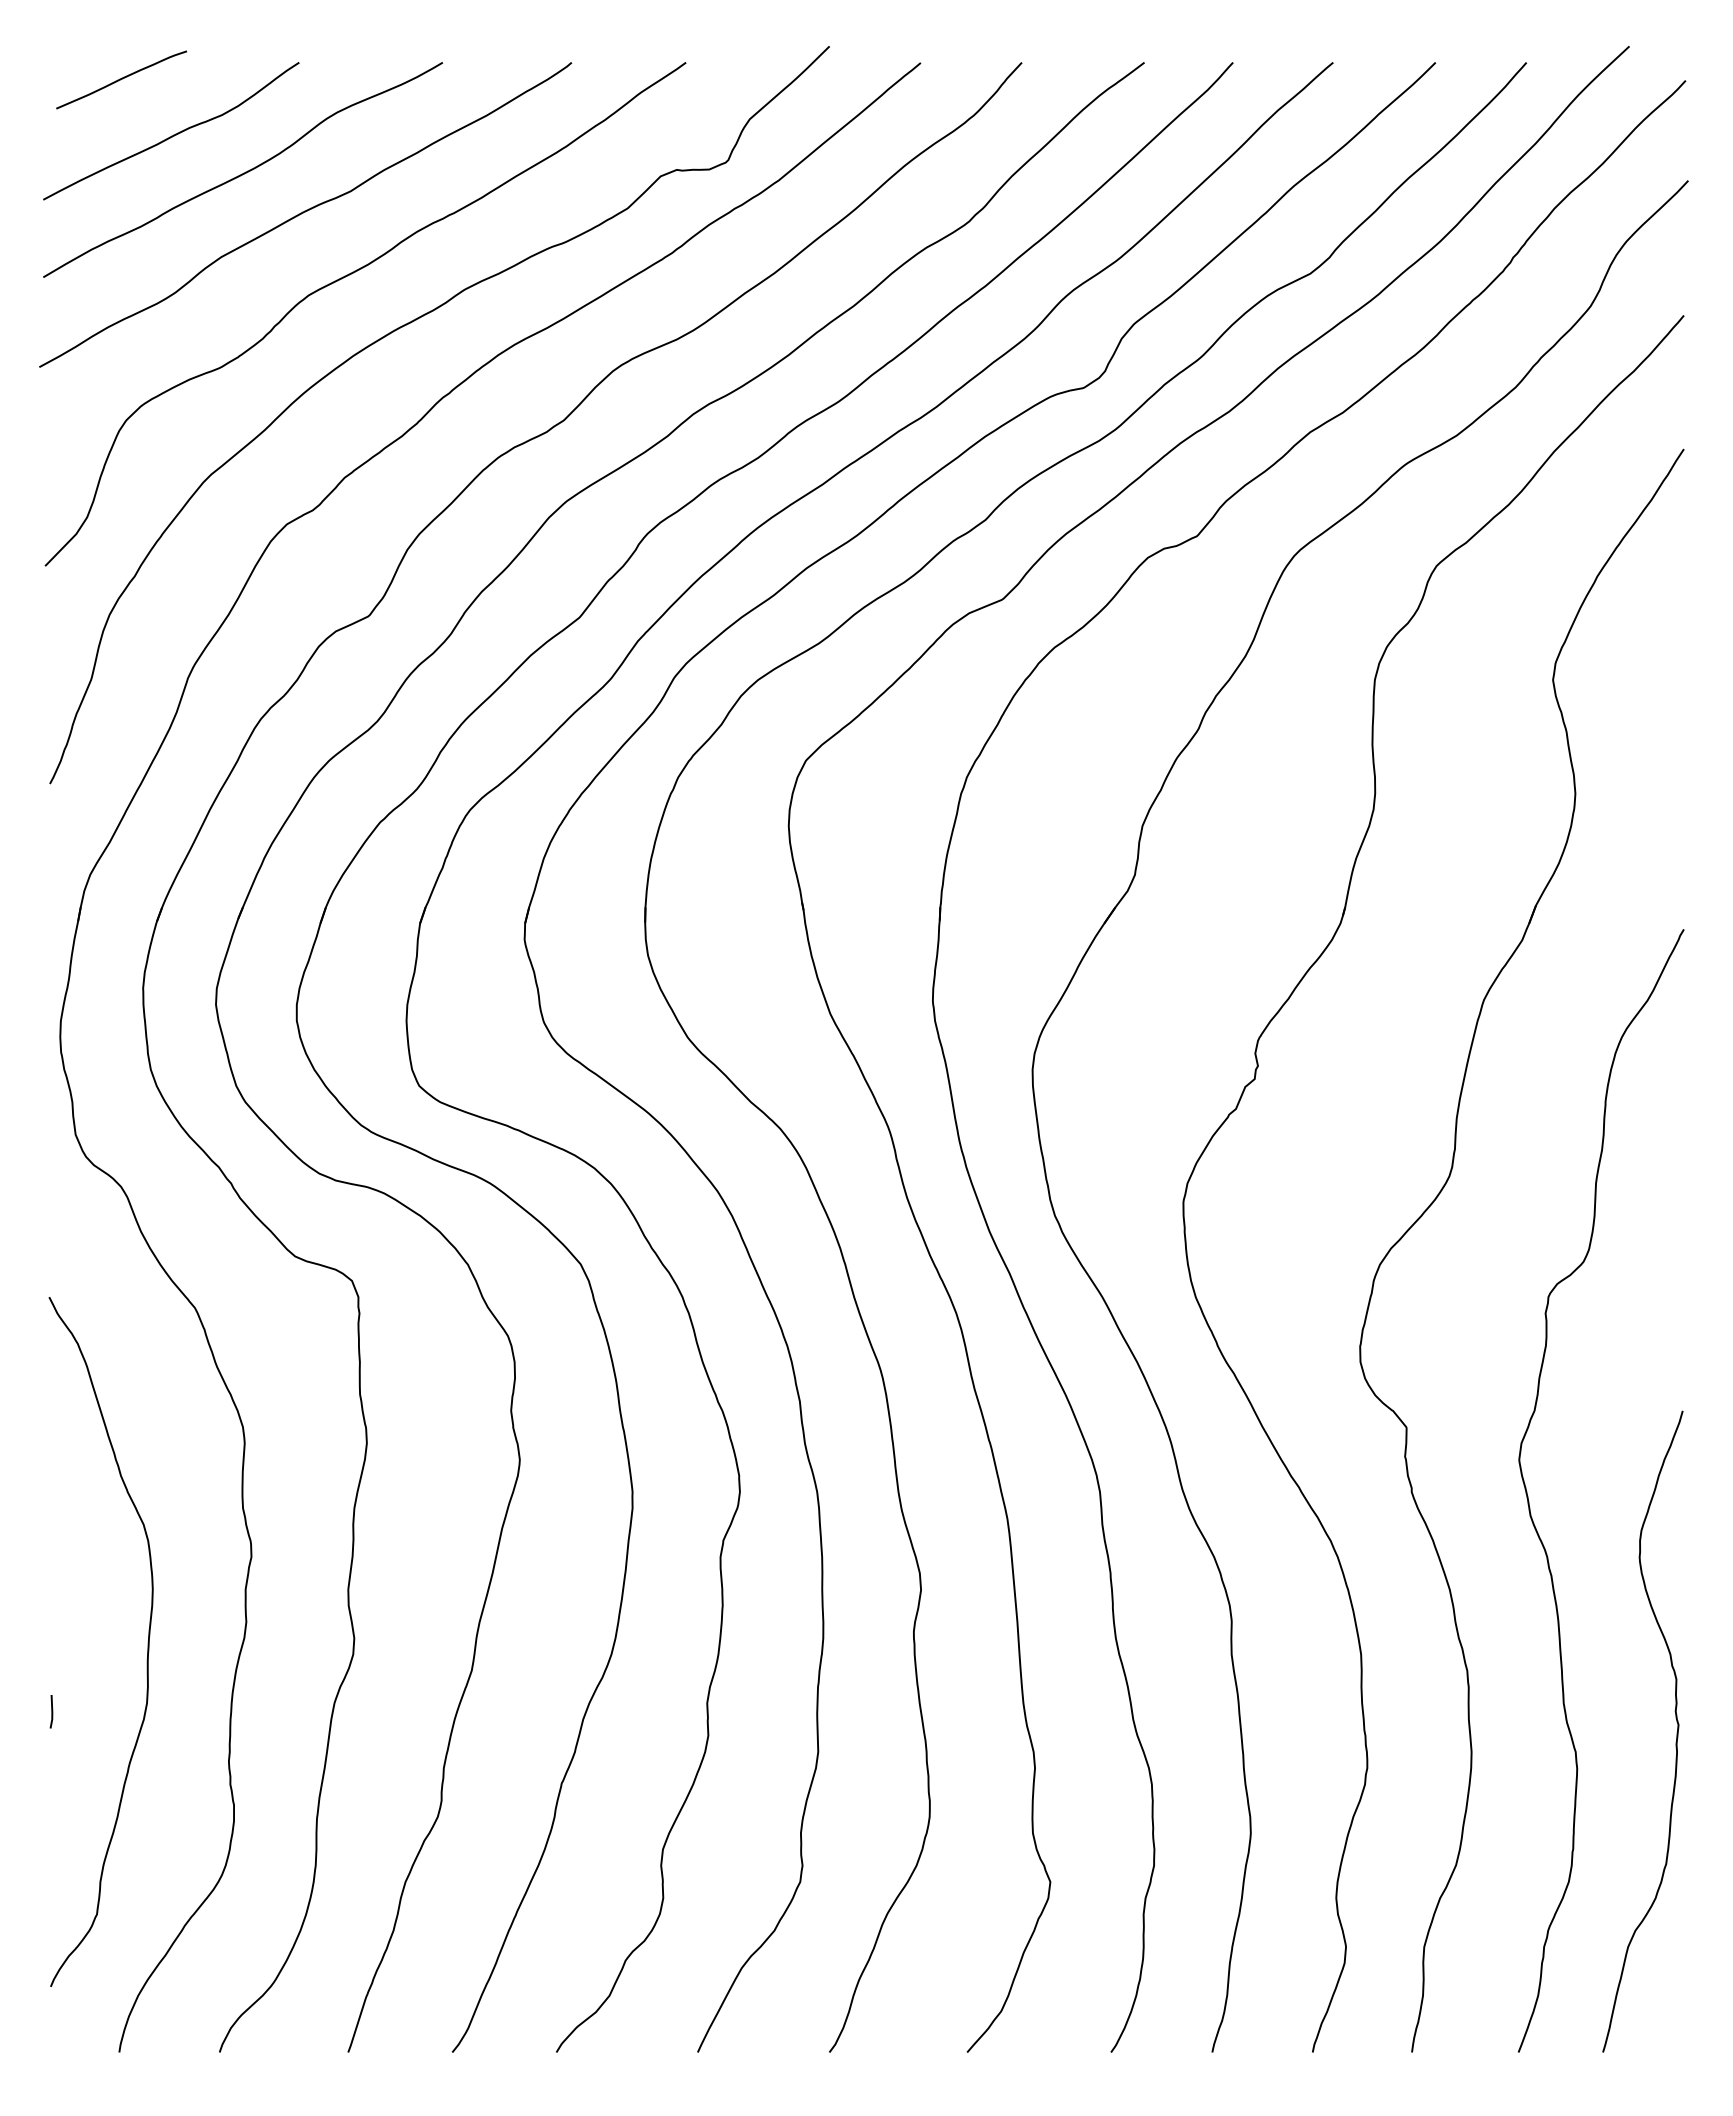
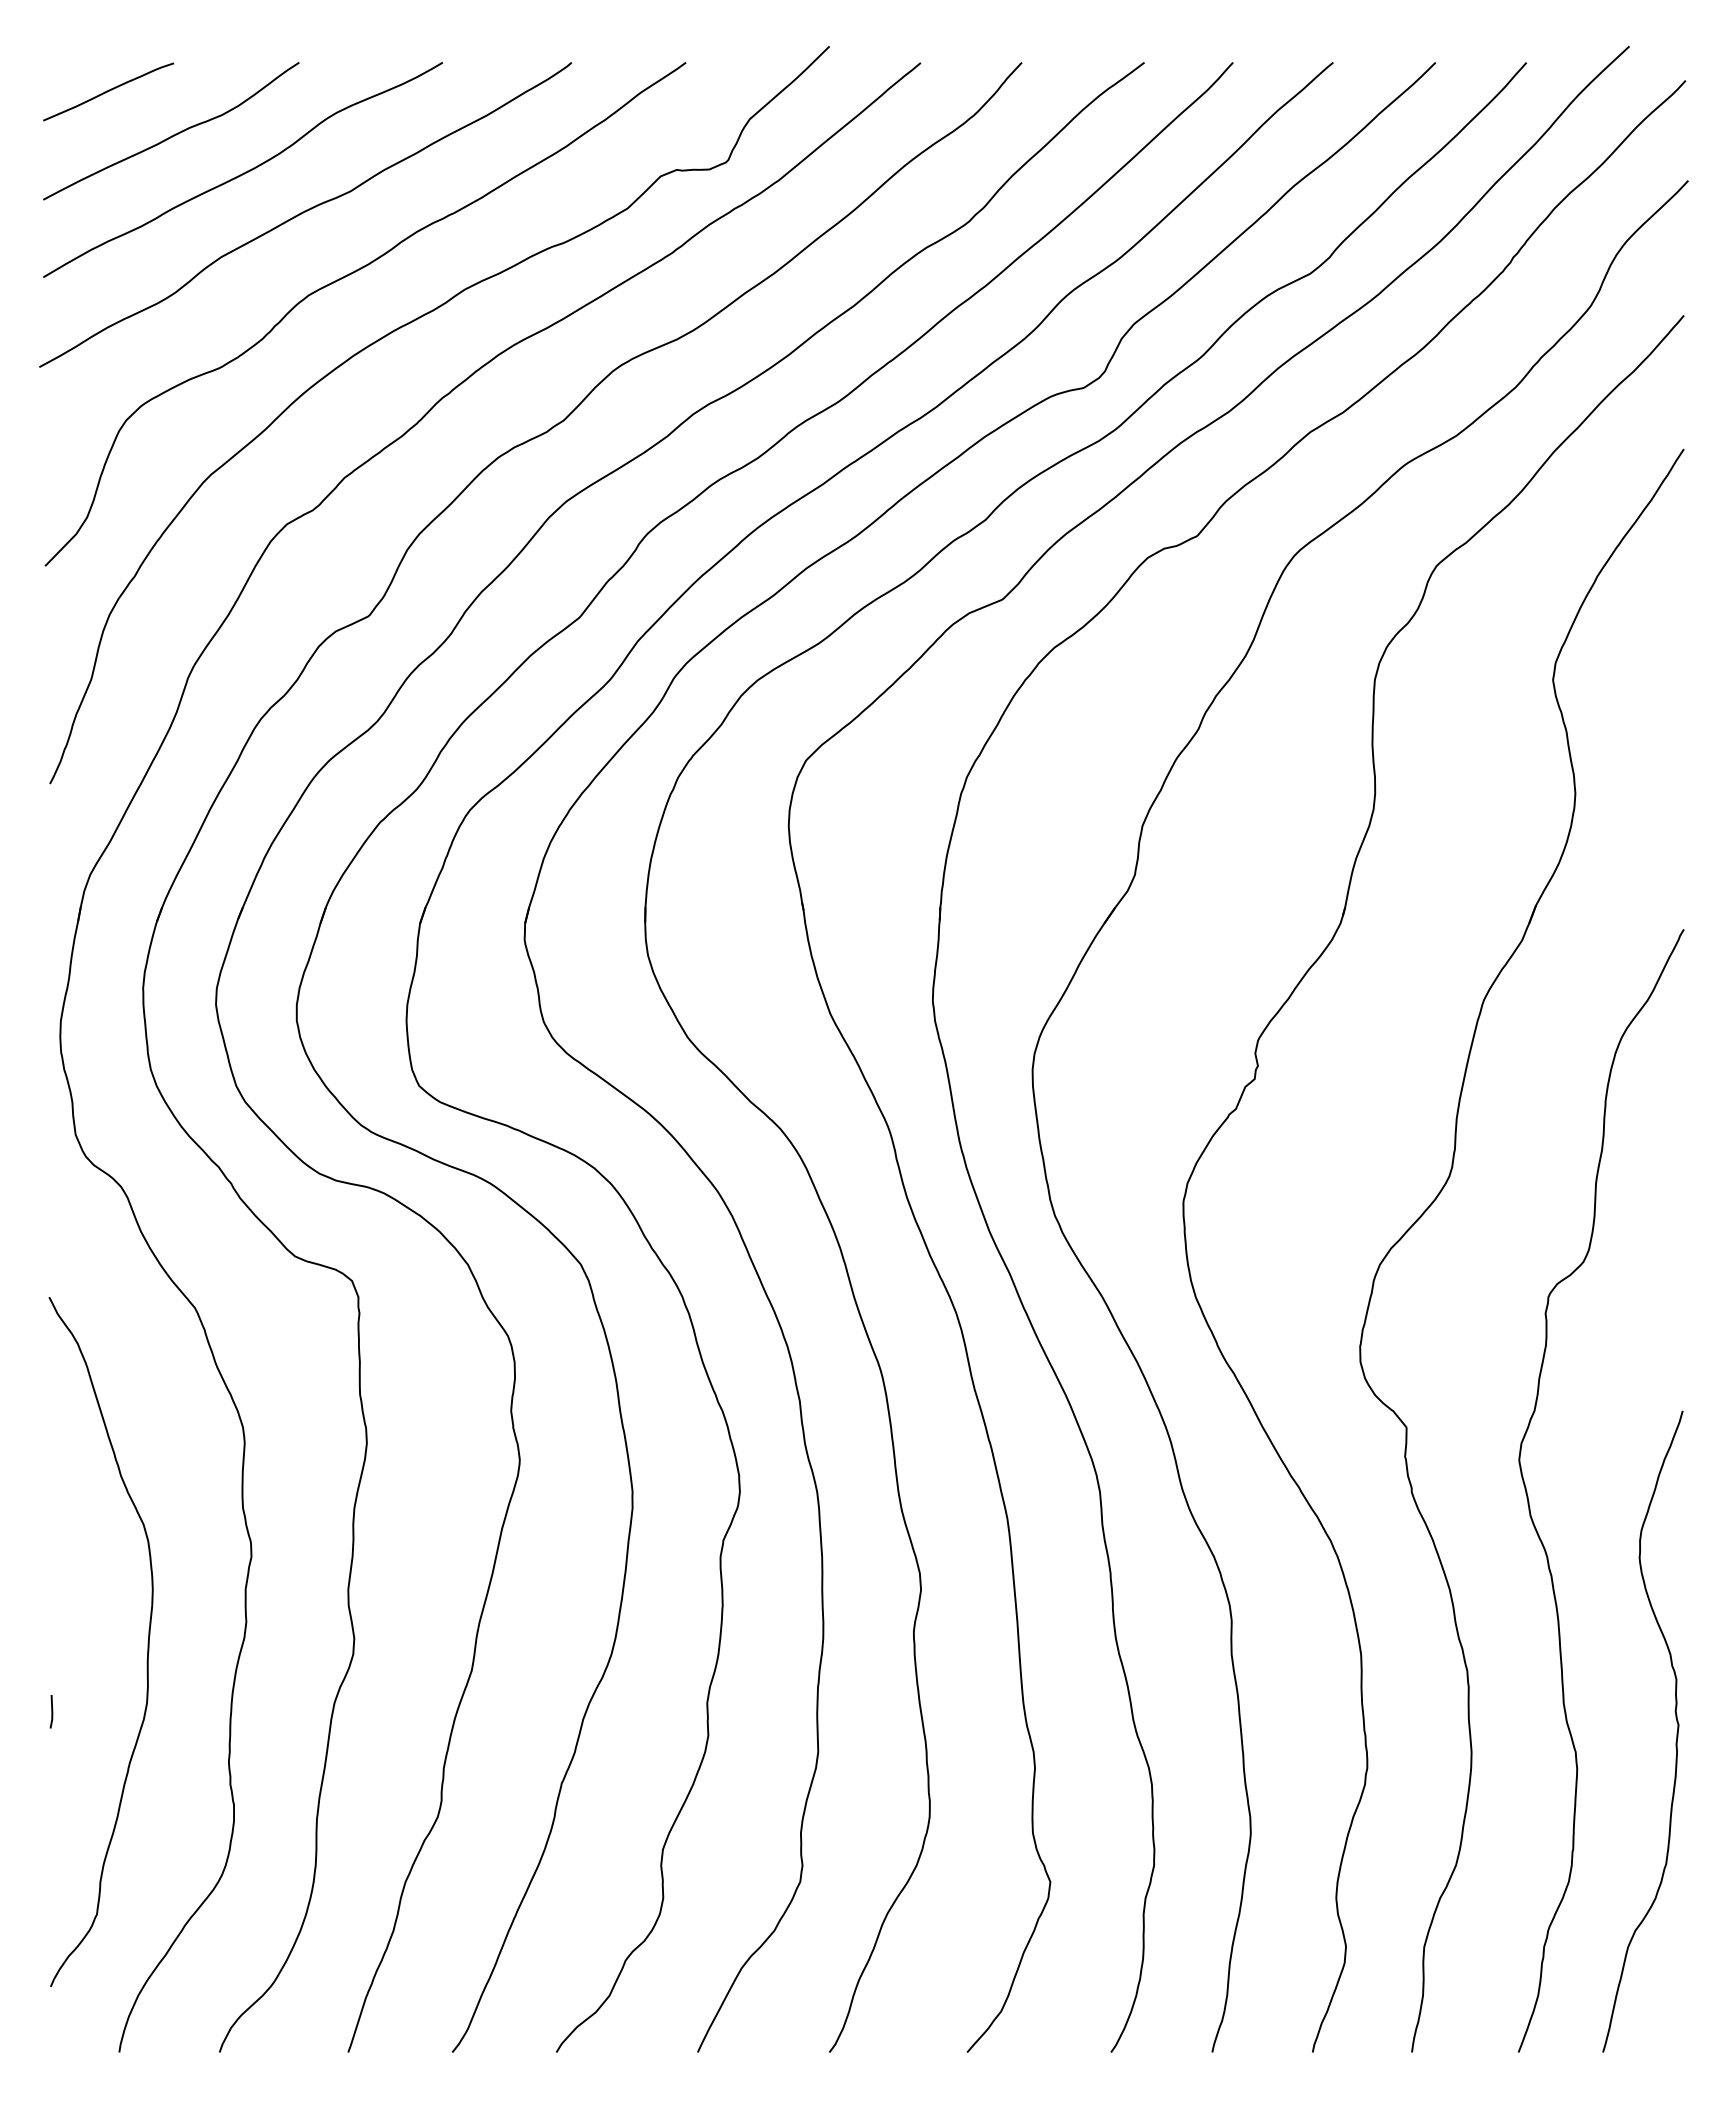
curve at (121, 79) position: (121, 79) -> (108, 91)
